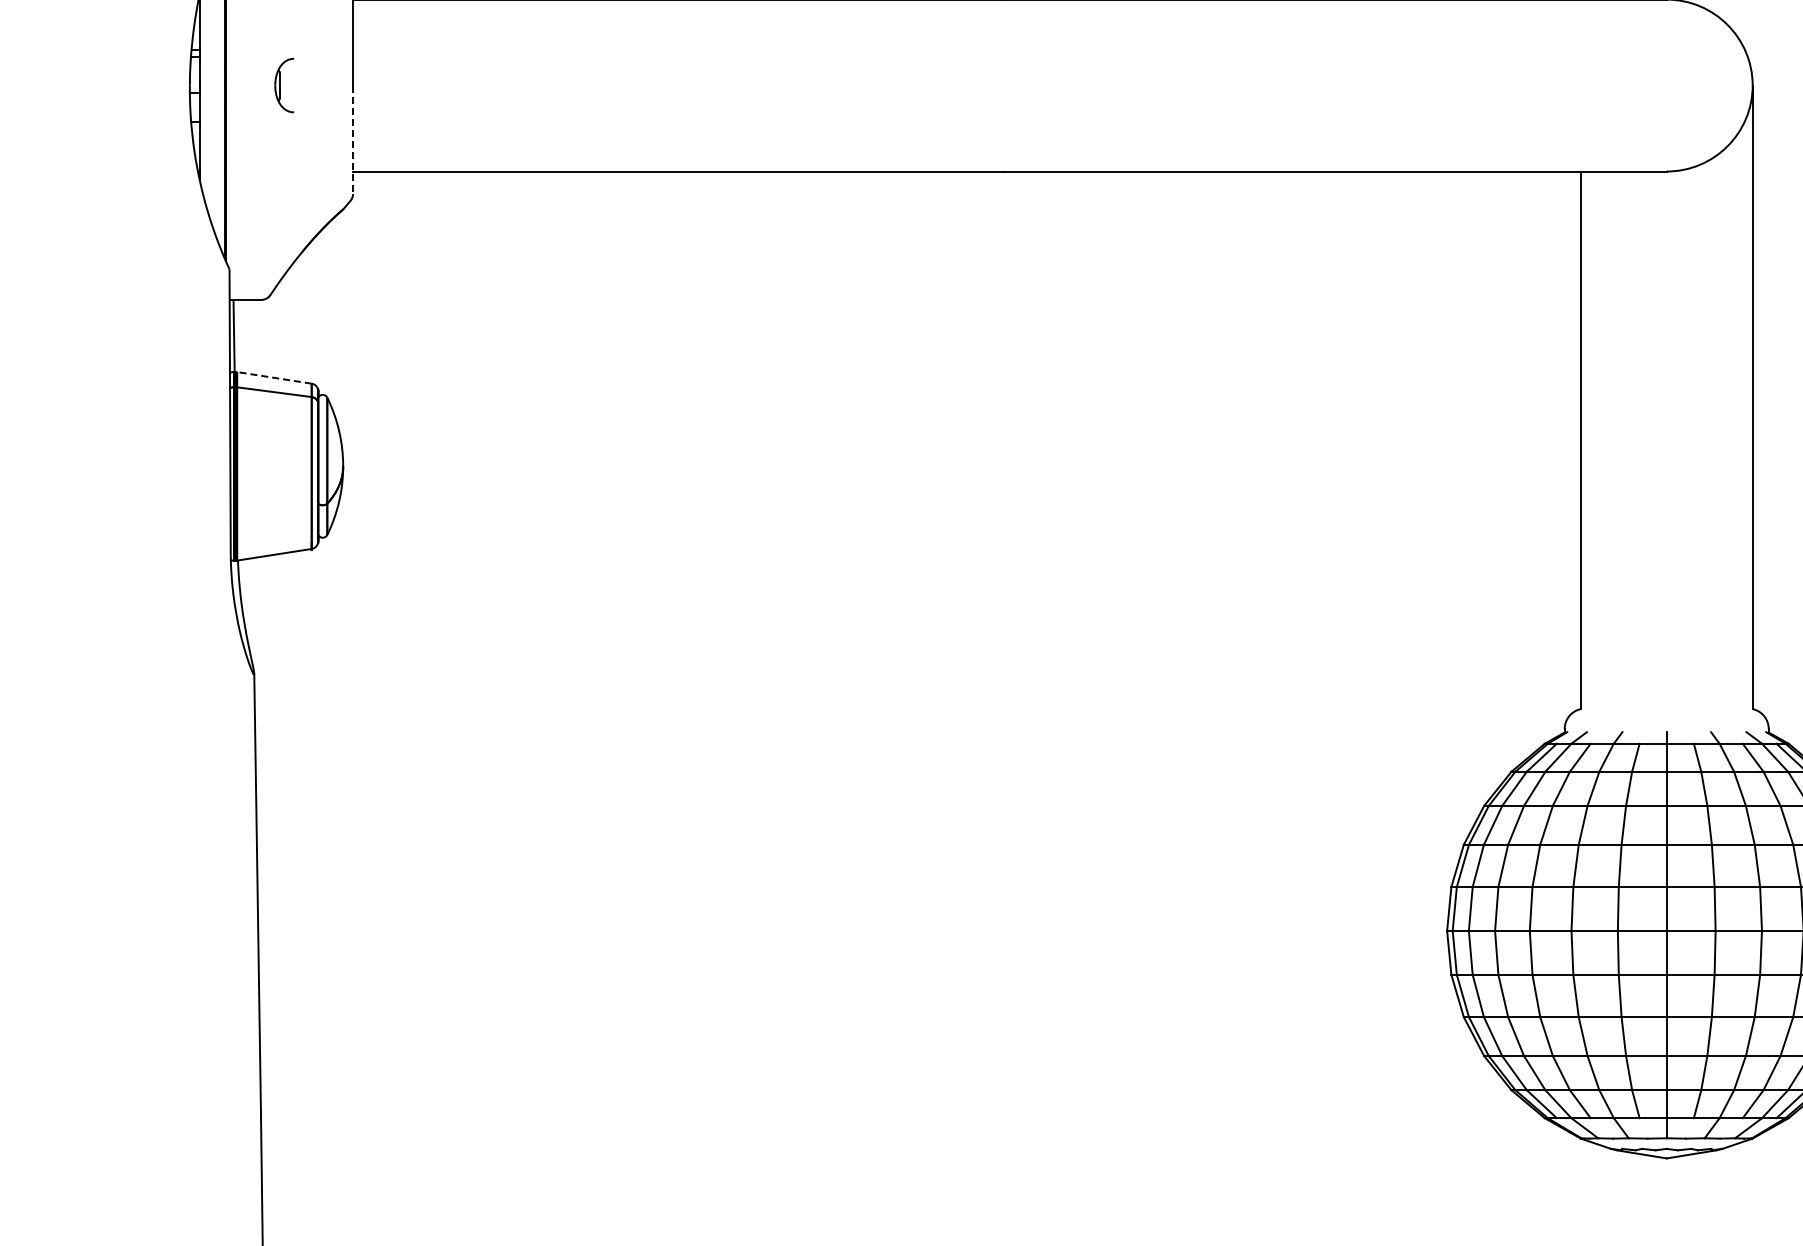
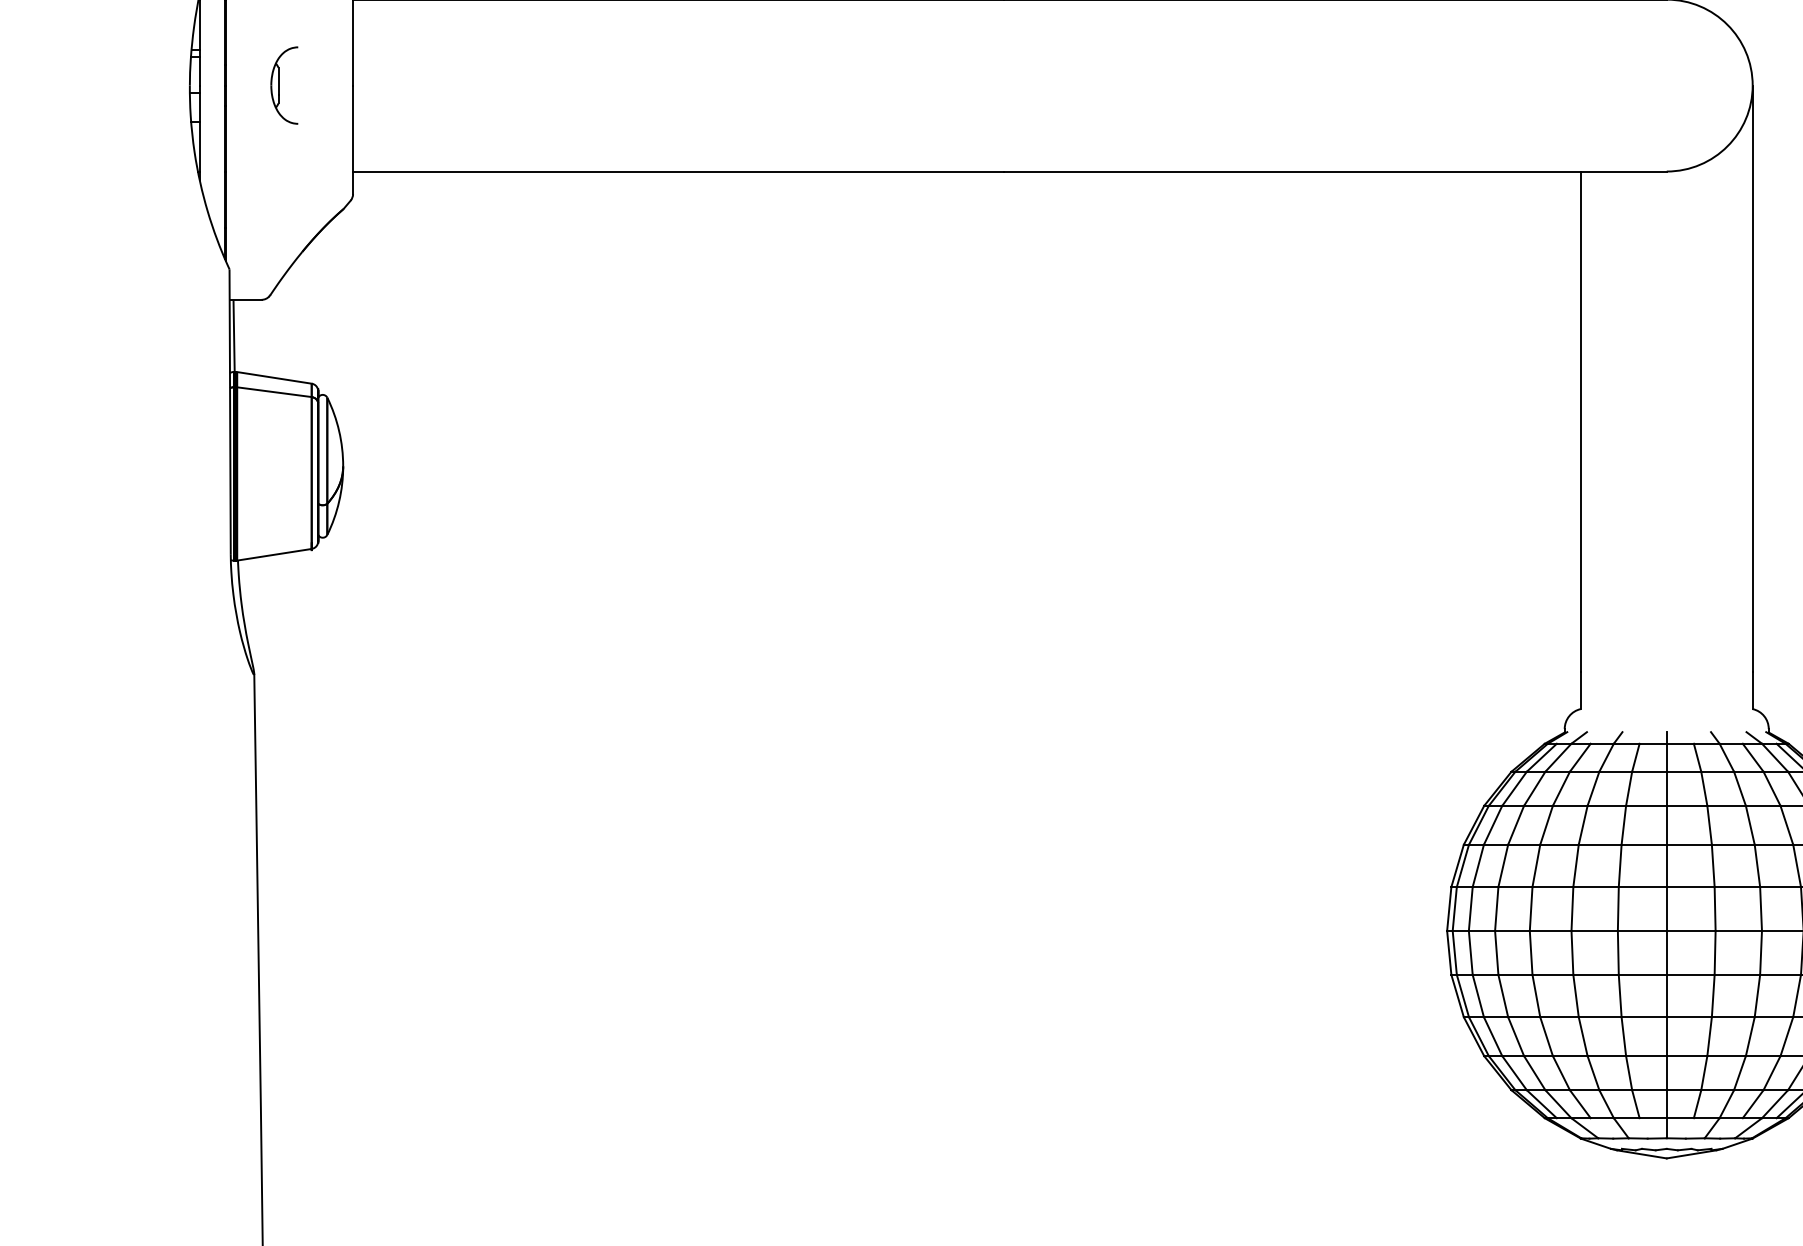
part at (284, 85) size: 21x57 px -> 29x79 px
line at (353, 140): dashed -> solid
line at (274, 377): dashed -> solid
